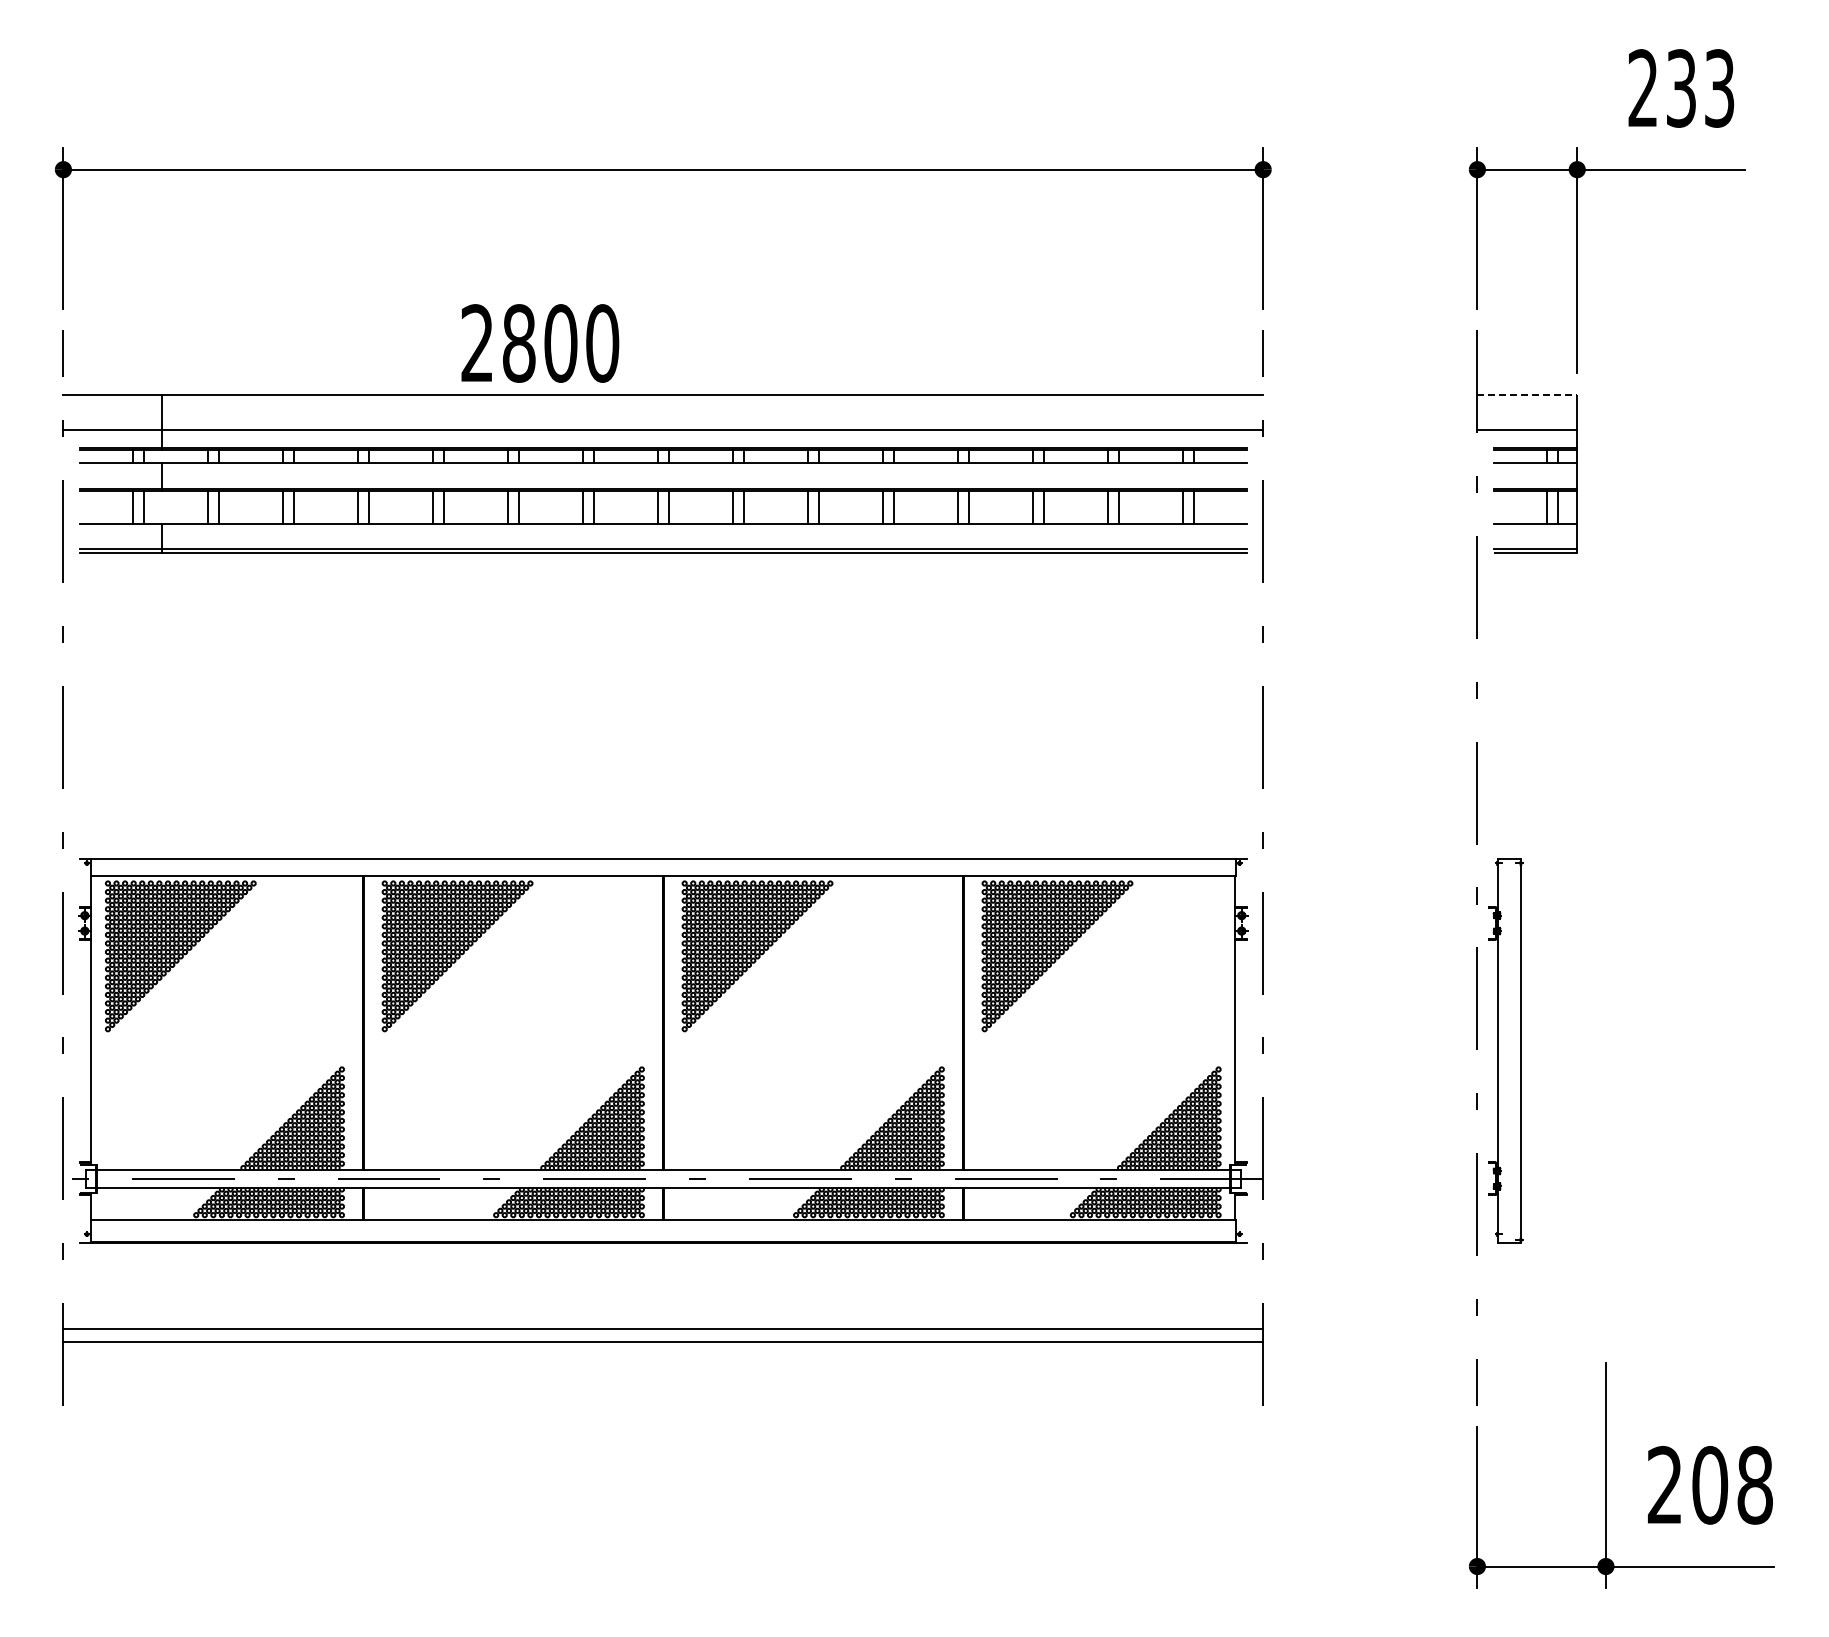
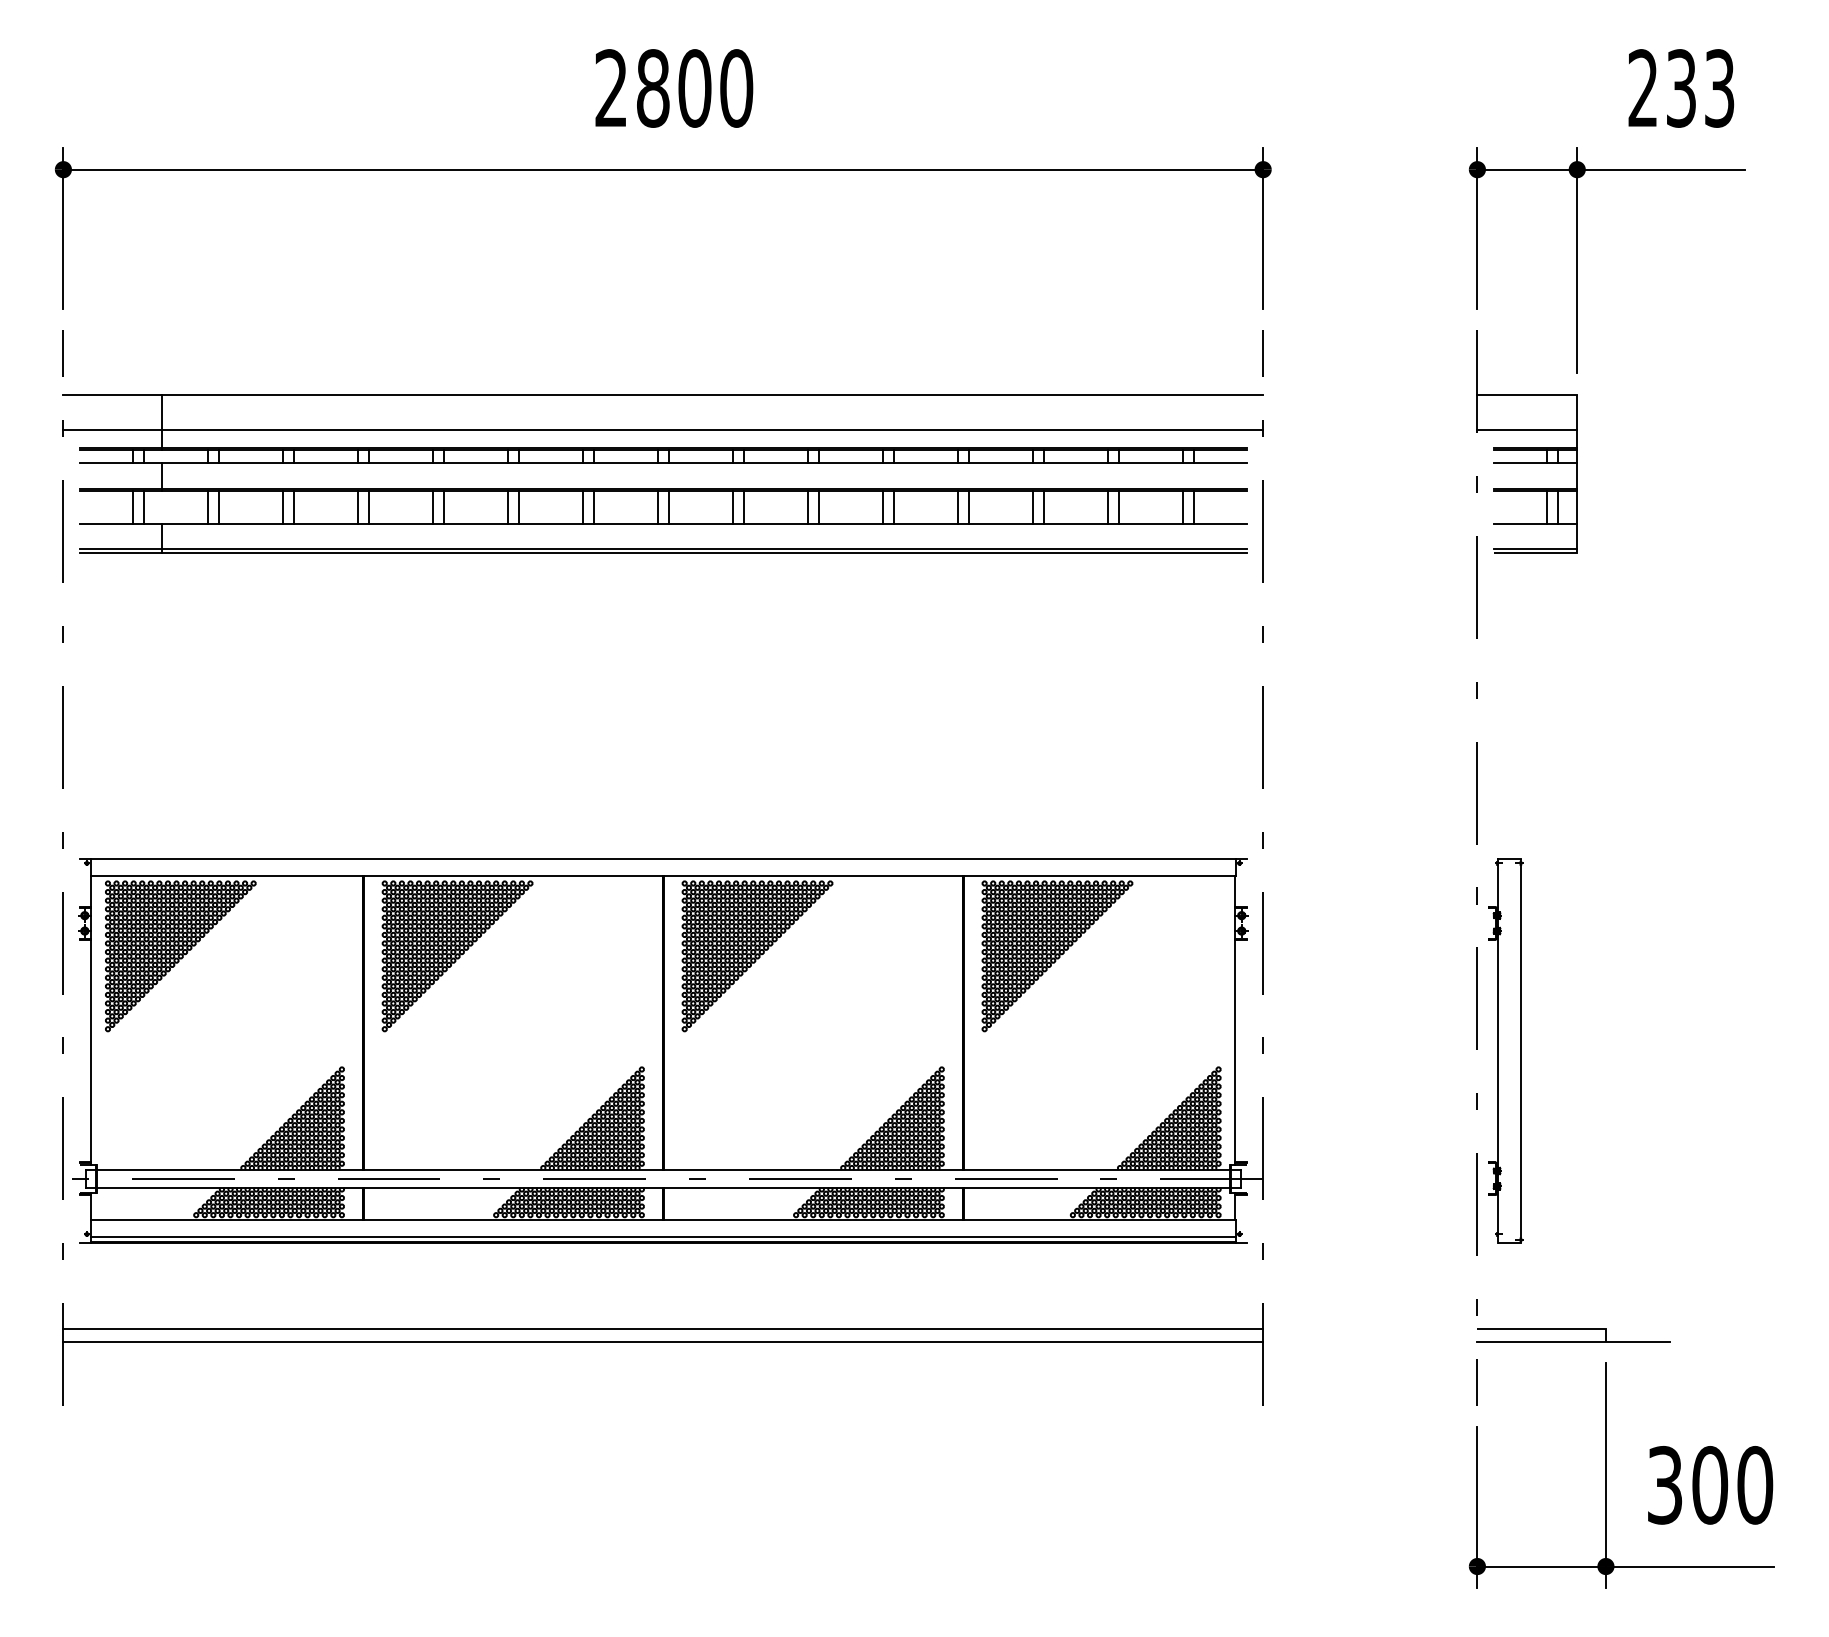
text at (540, 343) position: (540, 343) -> (674, 88)
line at (1527, 394): dashed -> solid
line at (663, 1237): none -> present
part at (1573, 1335): none -> present
text at (1710, 1485): 208 -> 300
